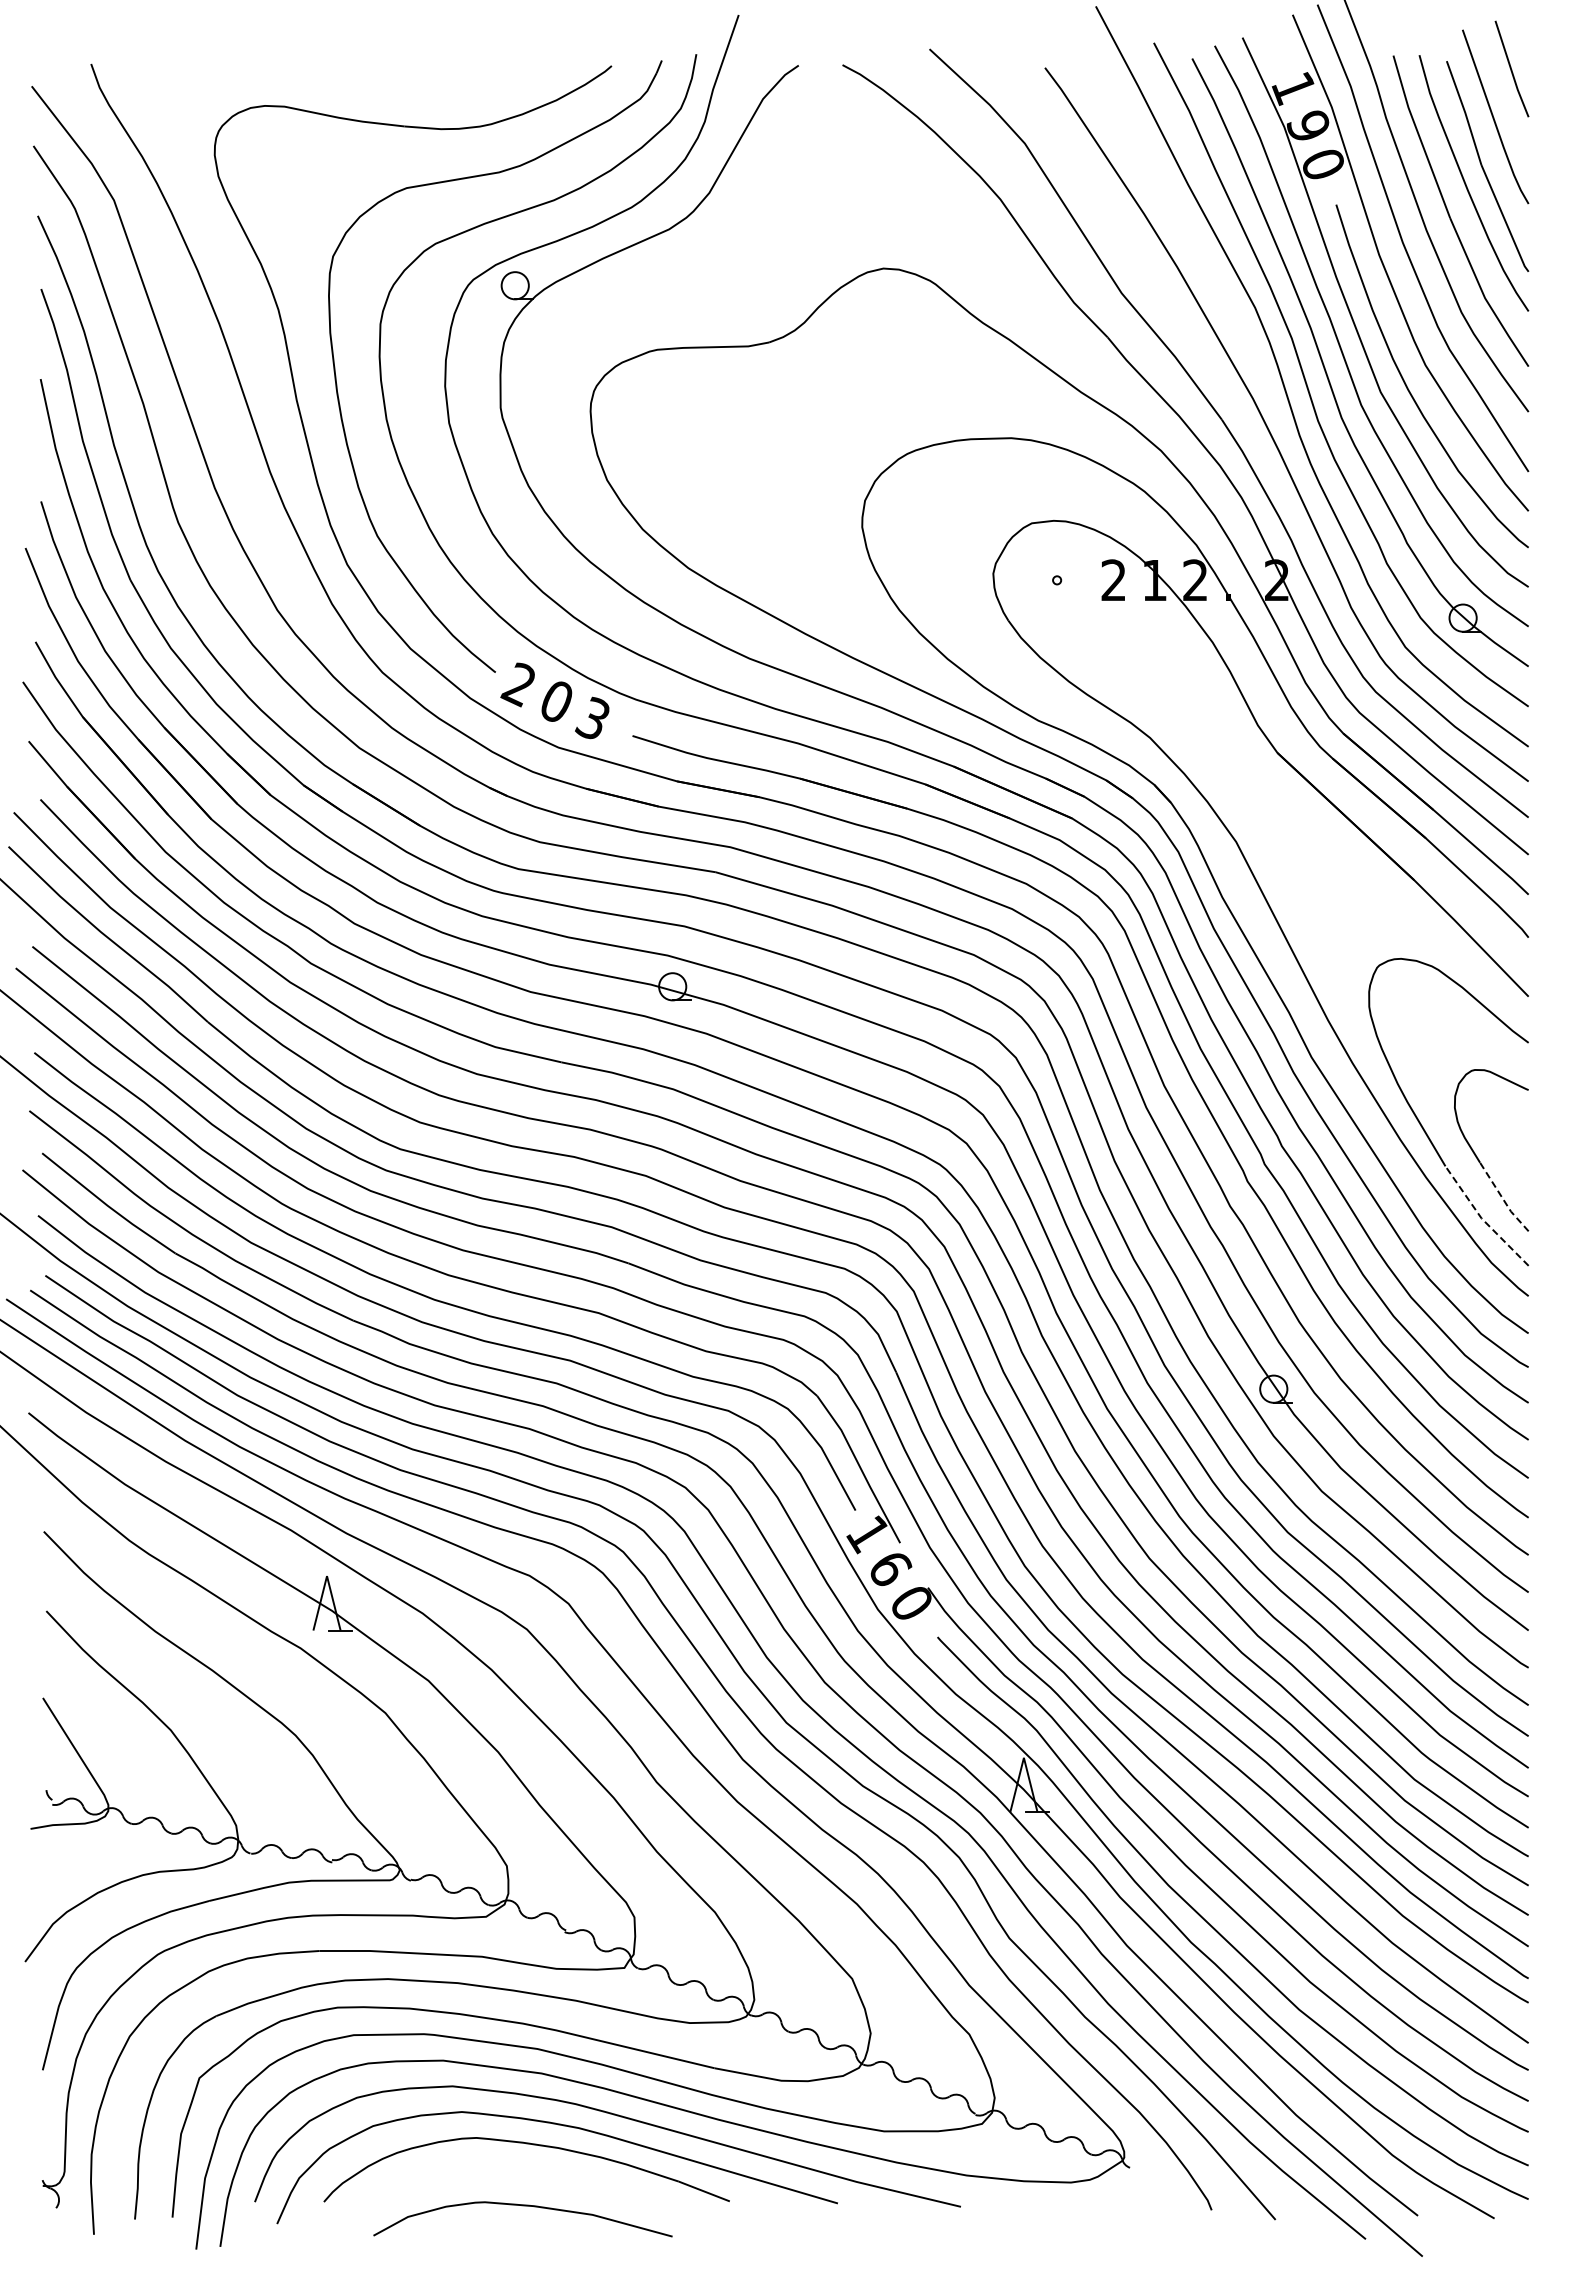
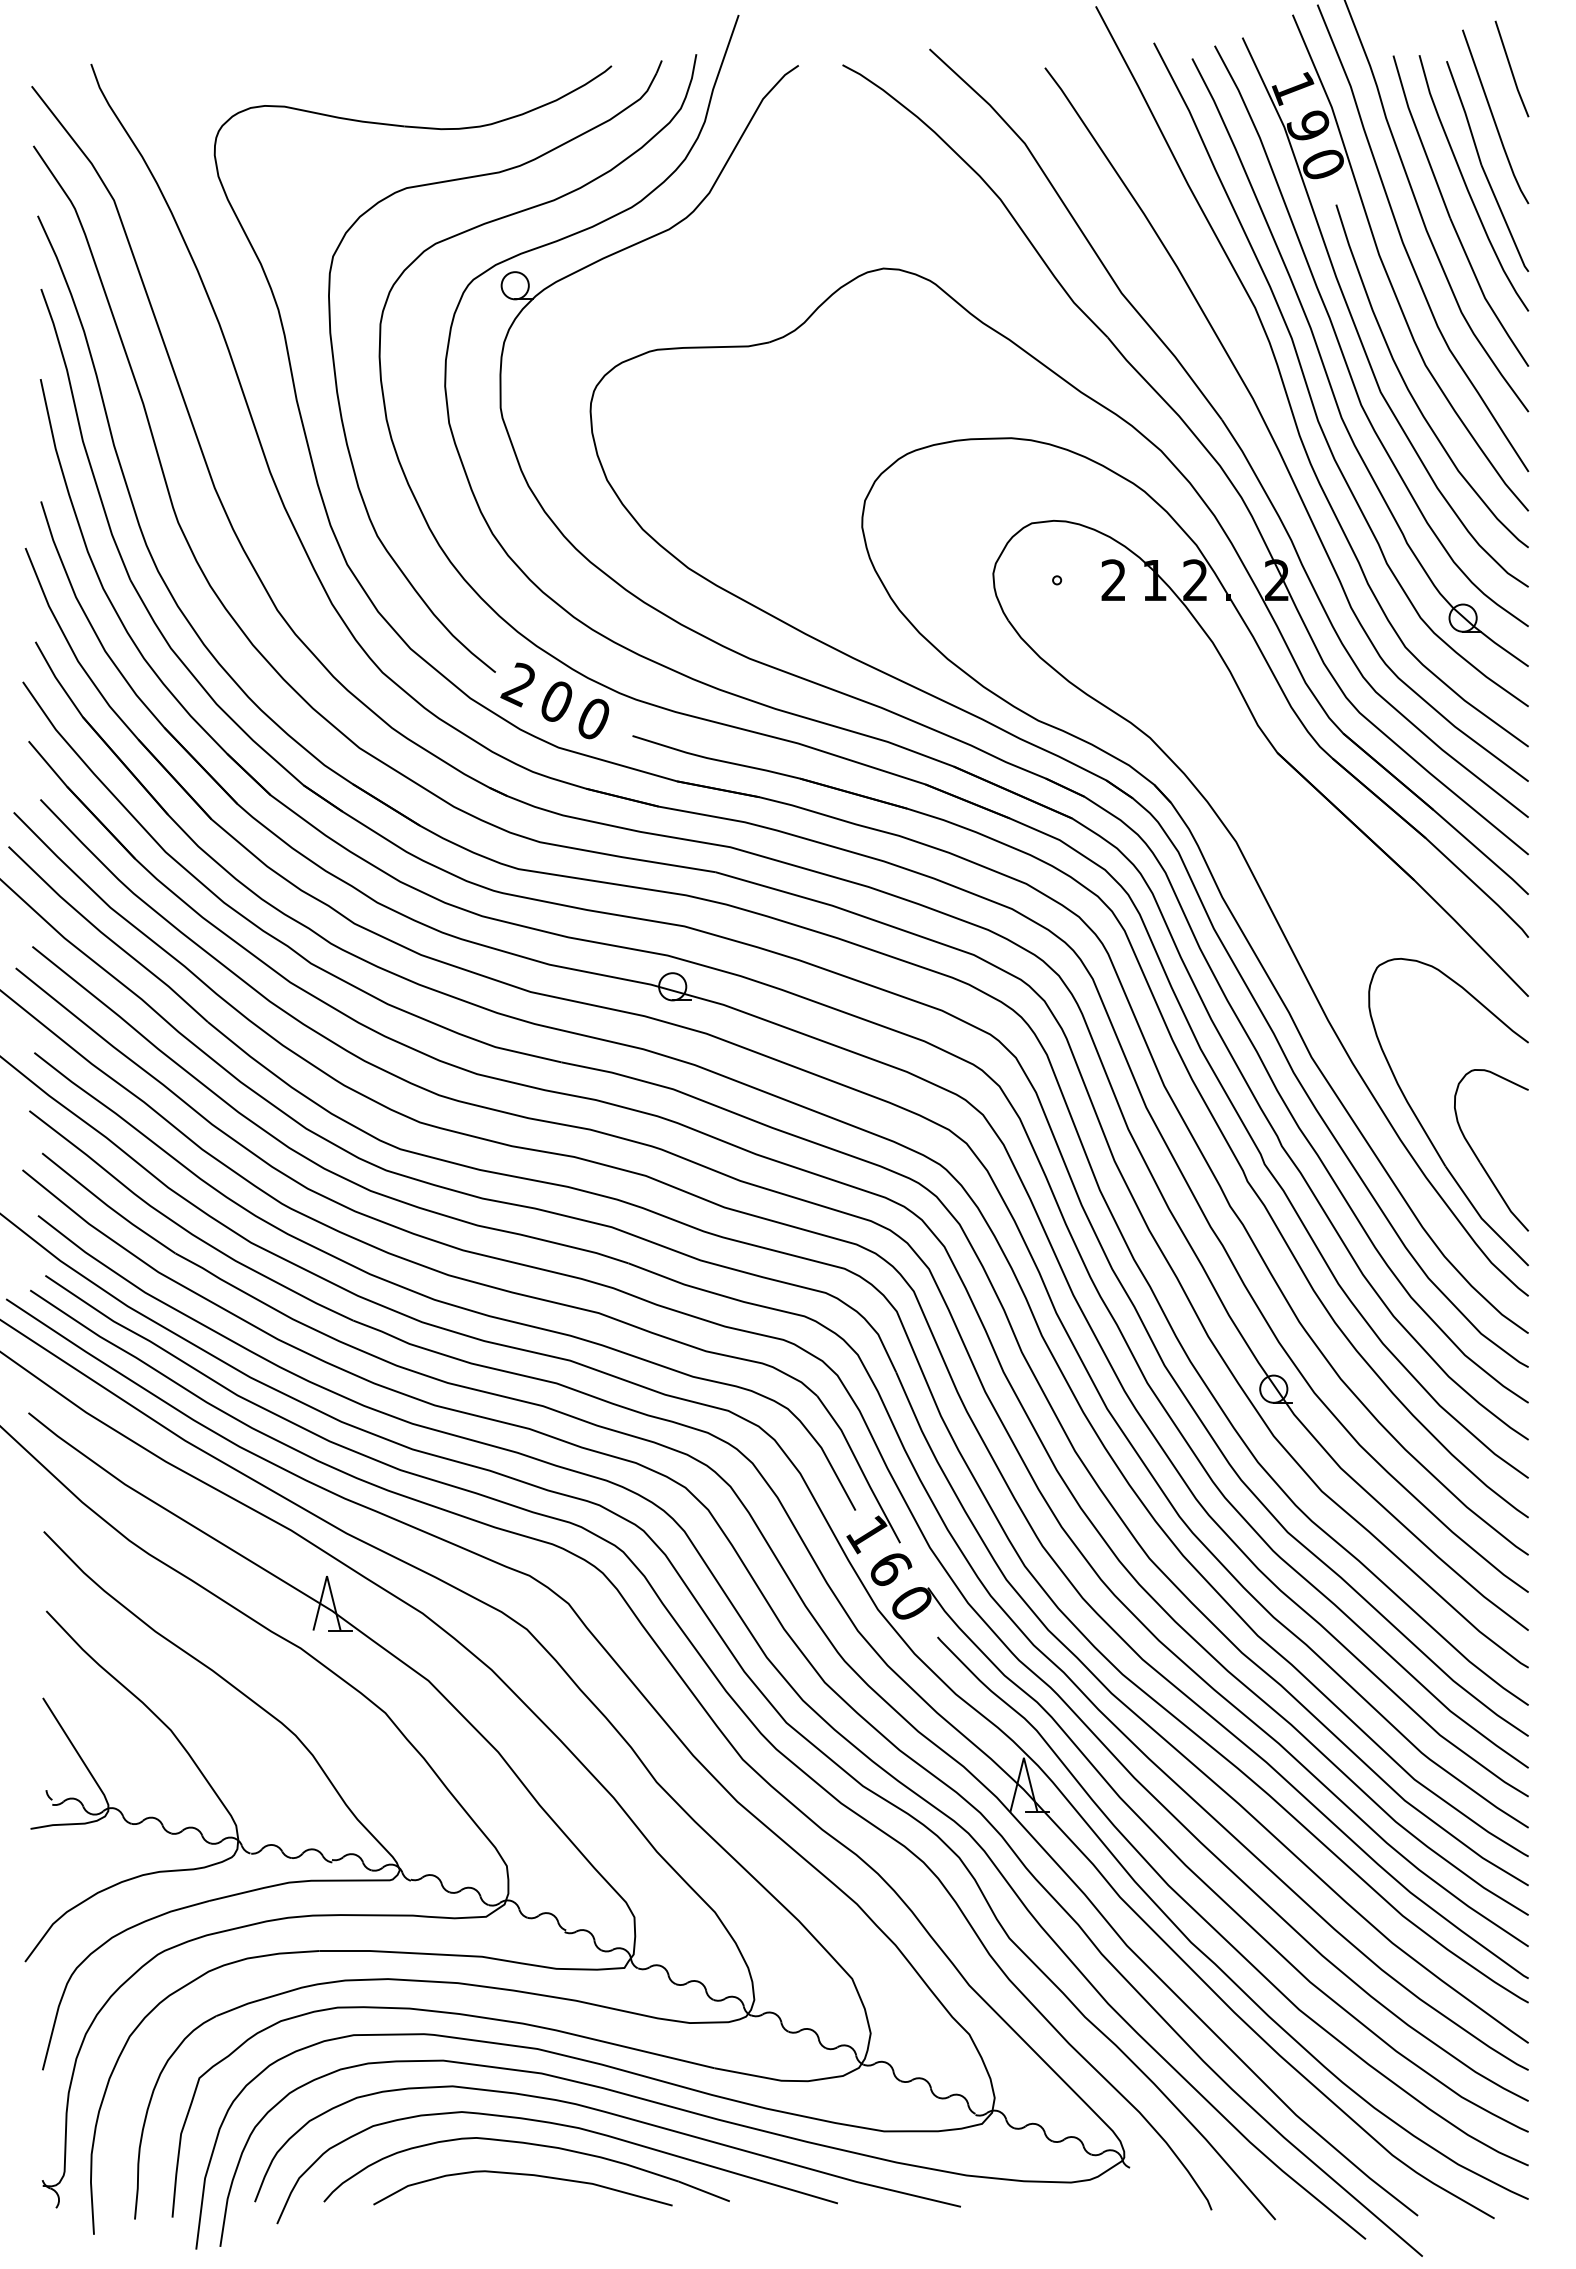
text at (592, 717): 3 -> 0
line at (1503, 1198): dashed -> solid
line at (1482, 1219): dashed -> solid
curve at (522, 2206) position: (522, 2206) -> (522, 2175)
